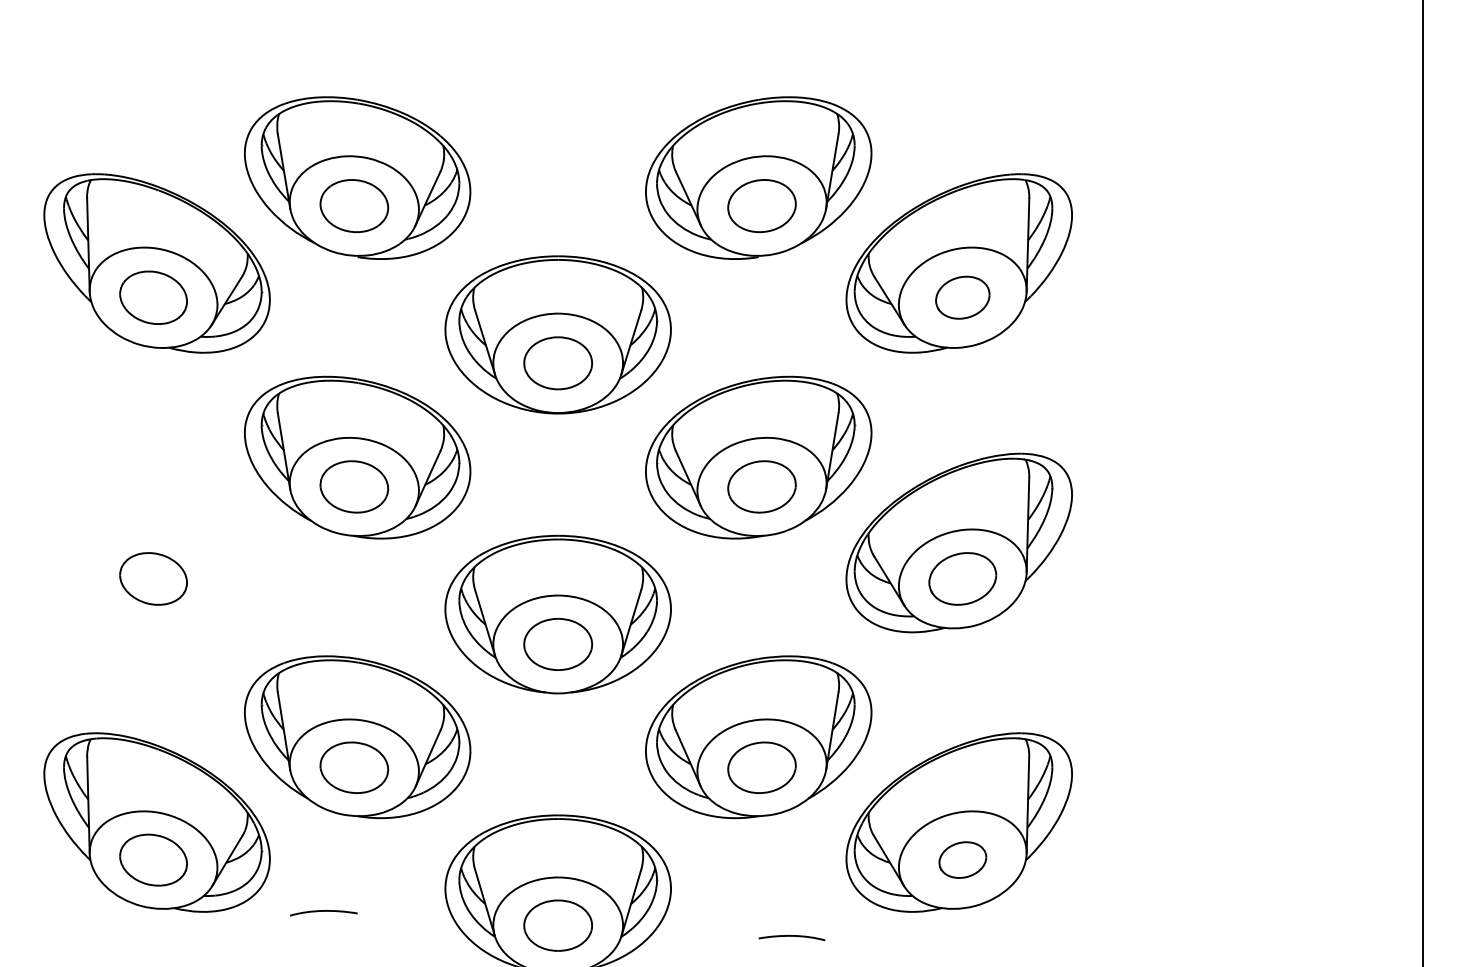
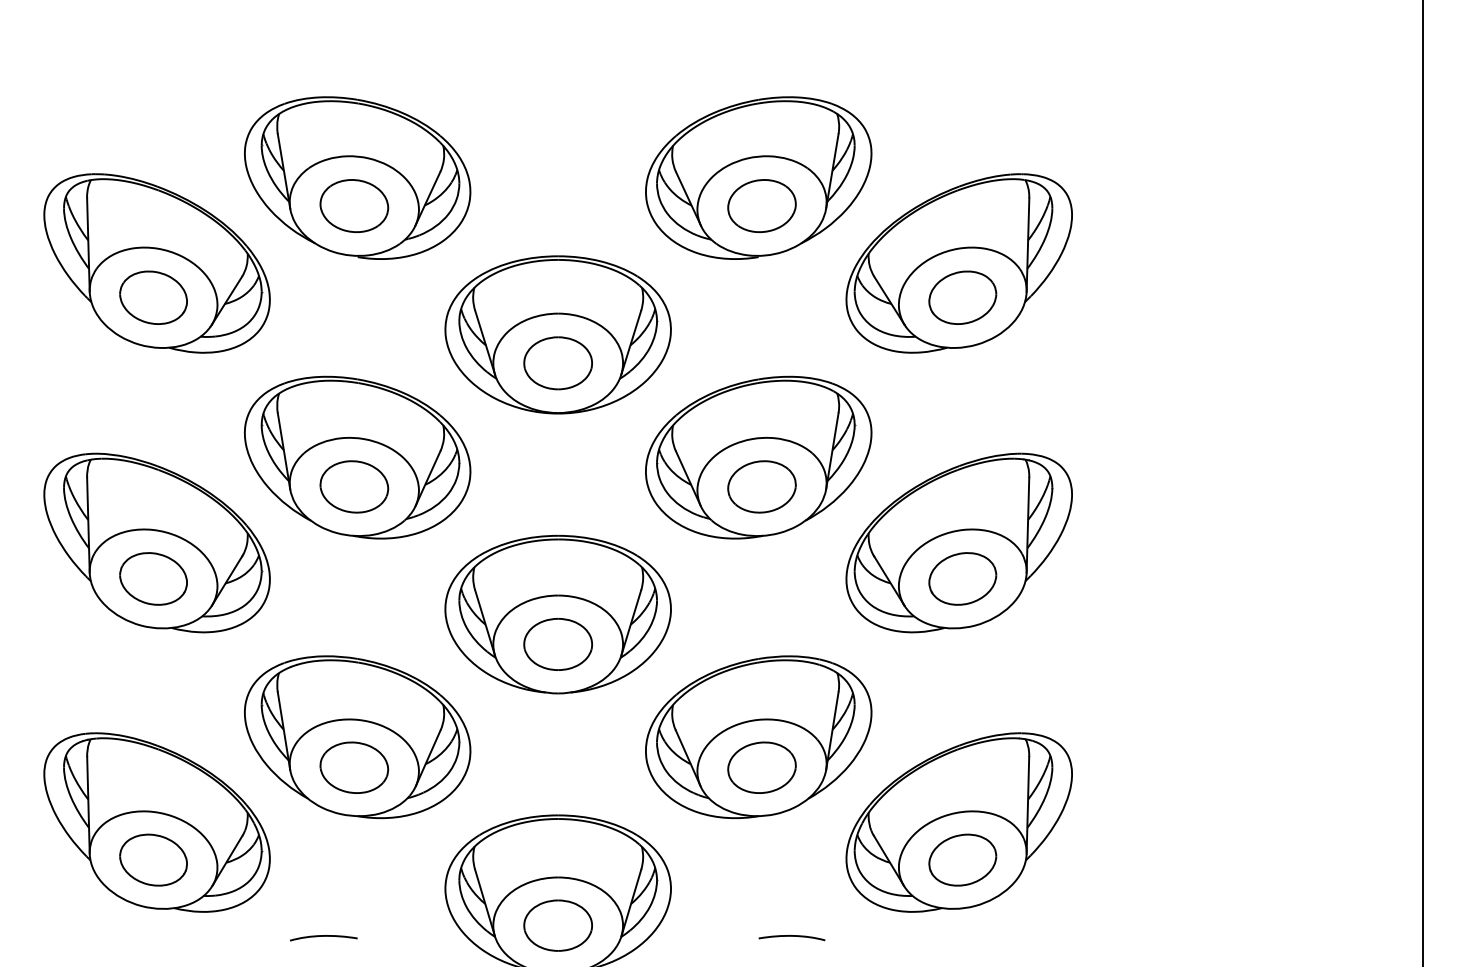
part at (962, 297) size: 56x45 px -> 70x55 px
part at (156, 542): none -> present
part at (962, 859) size: 50x38 px -> 70x54 px
curve at (323, 911) position: (323, 911) -> (323, 936)
